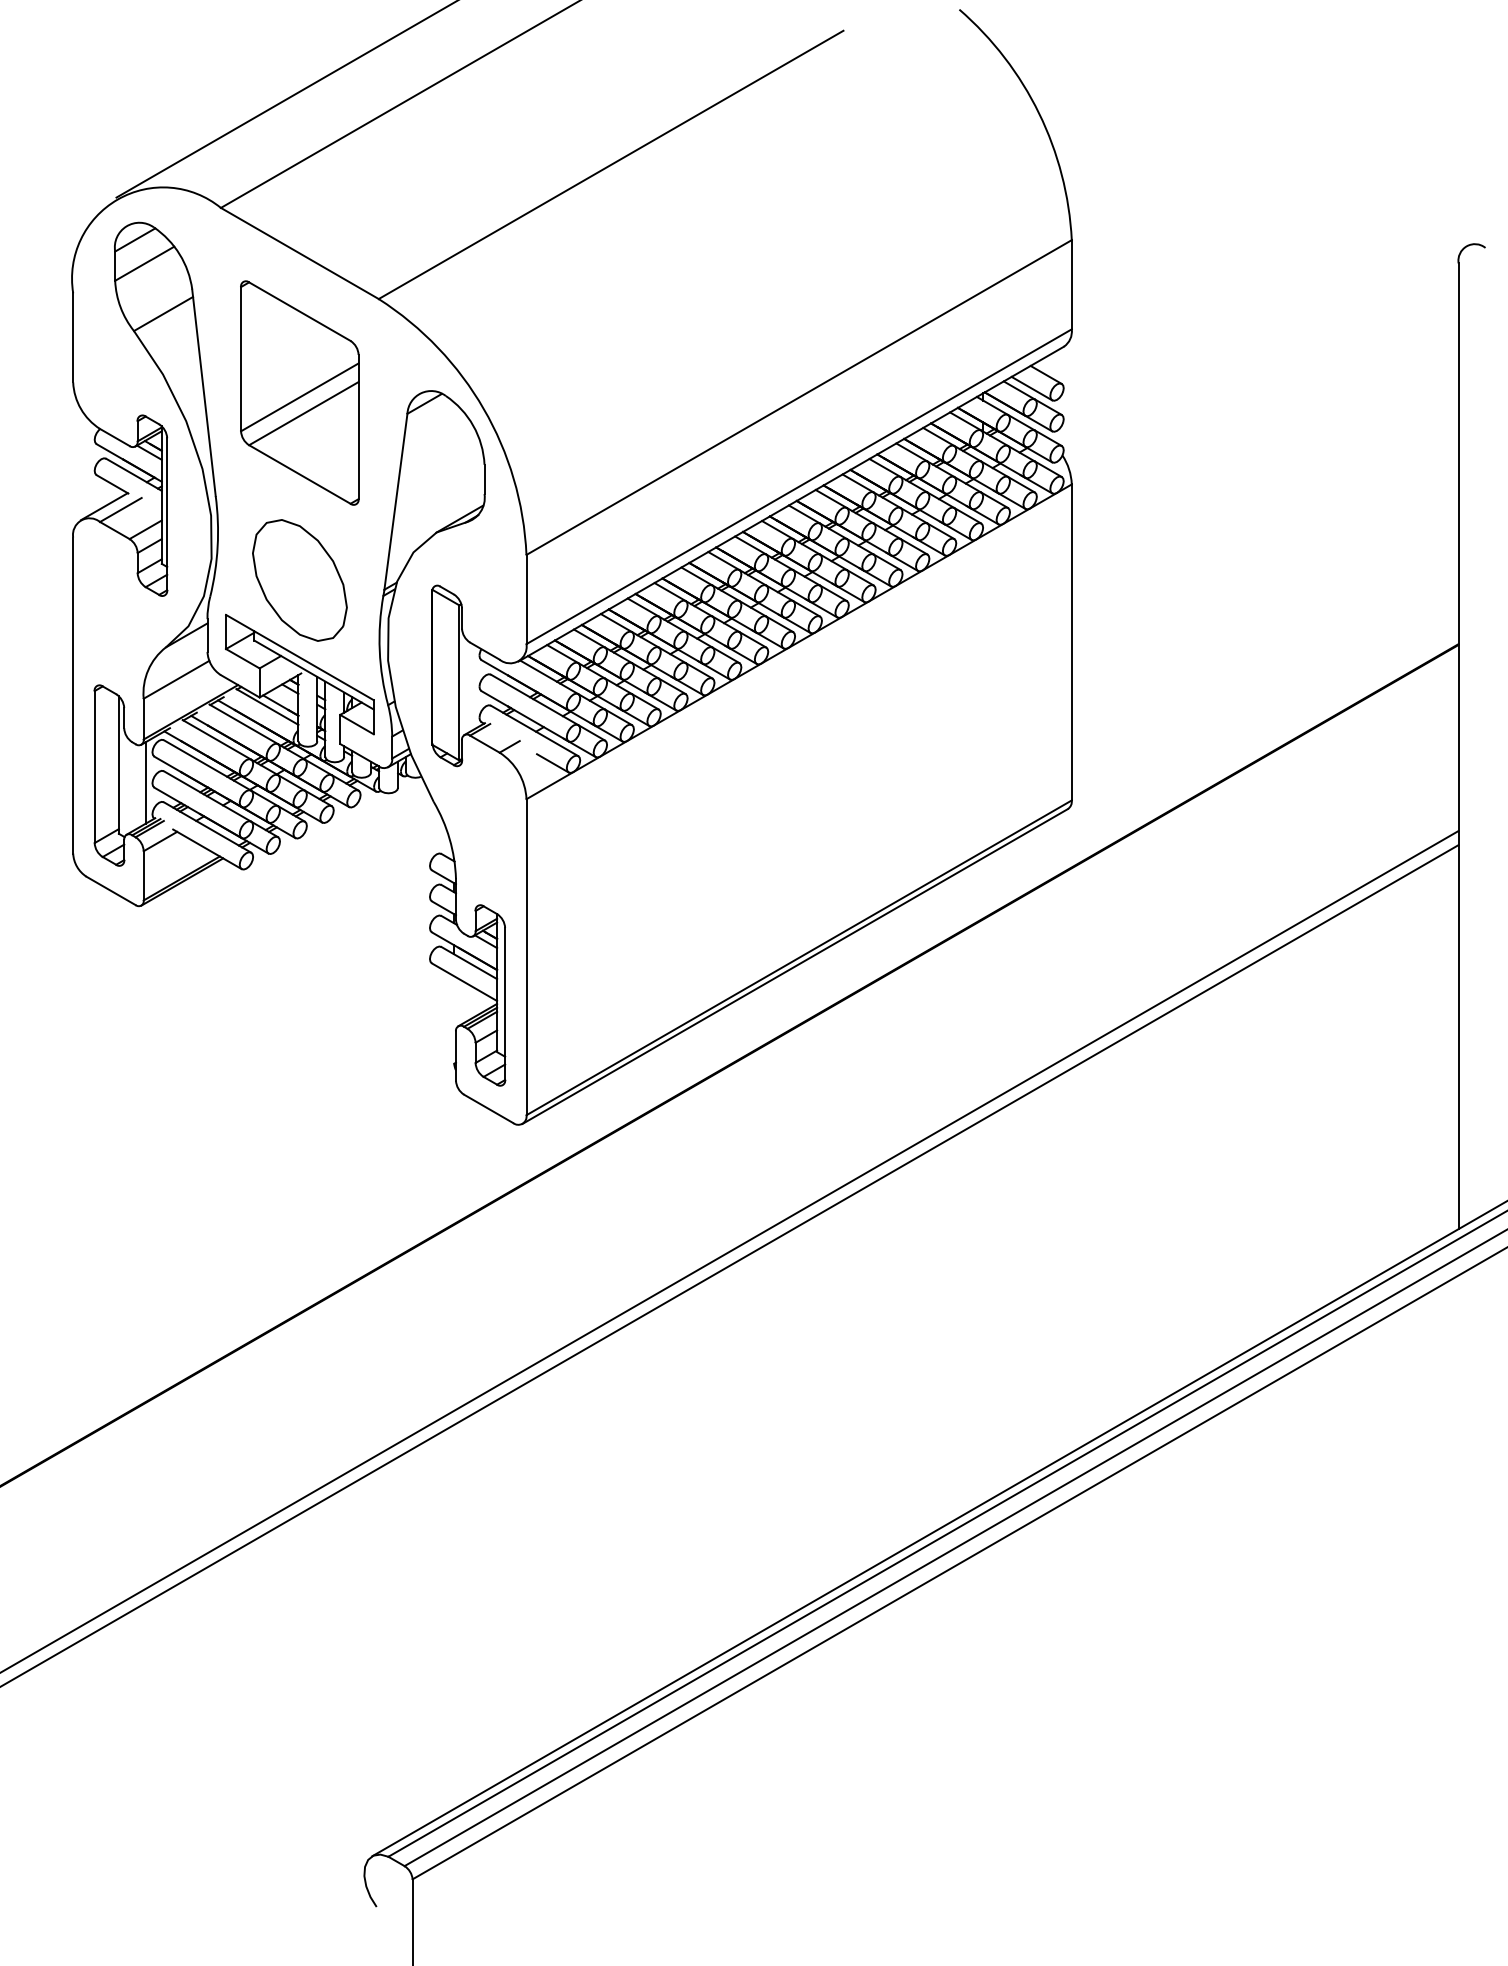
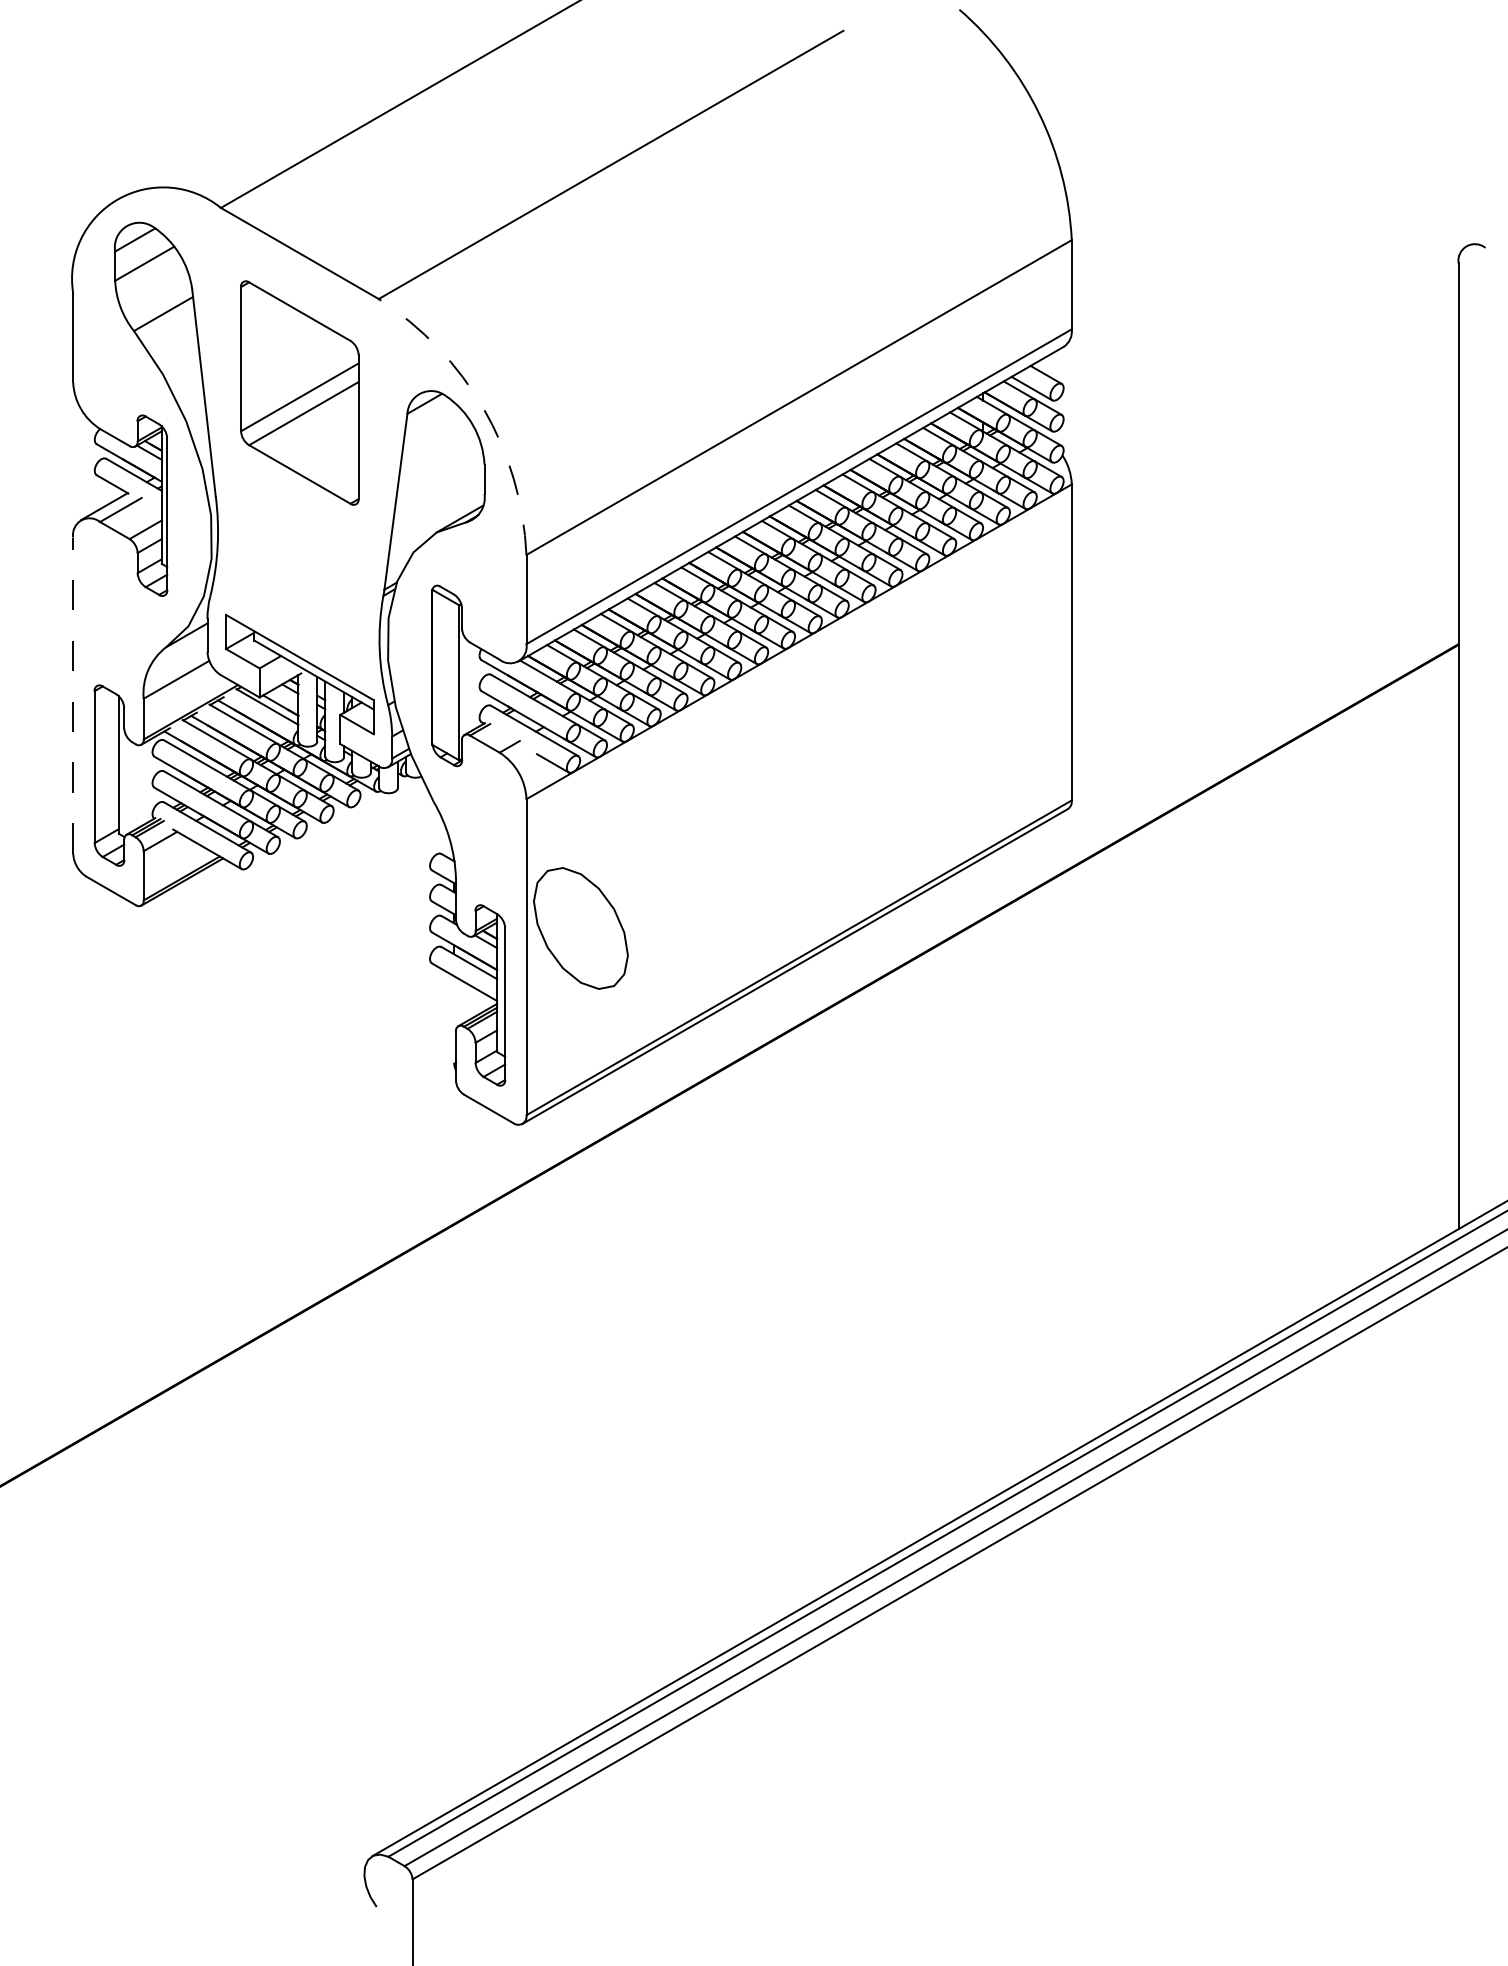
line at (285, 99): present -> none
arc at (483, 408): solid -> dashed
part at (299, 580) position: (299, 580) -> (580, 928)
line at (73, 695): solid -> dashed
line at (145, 782): present -> none
line at (730, 1250): present -> none
line at (730, 1265): present -> none
